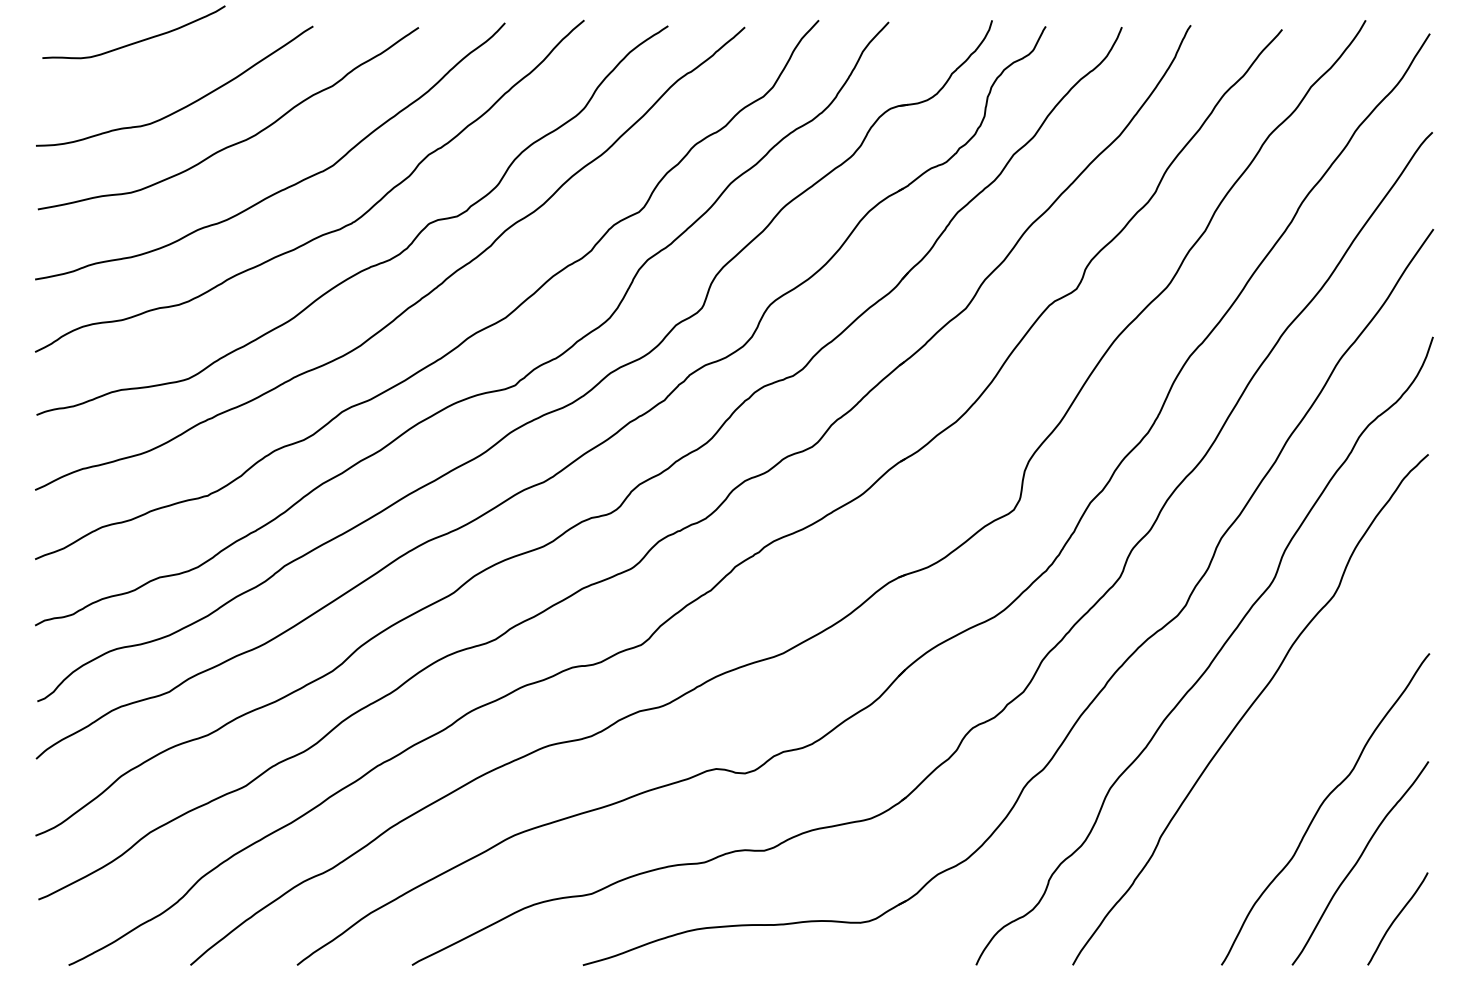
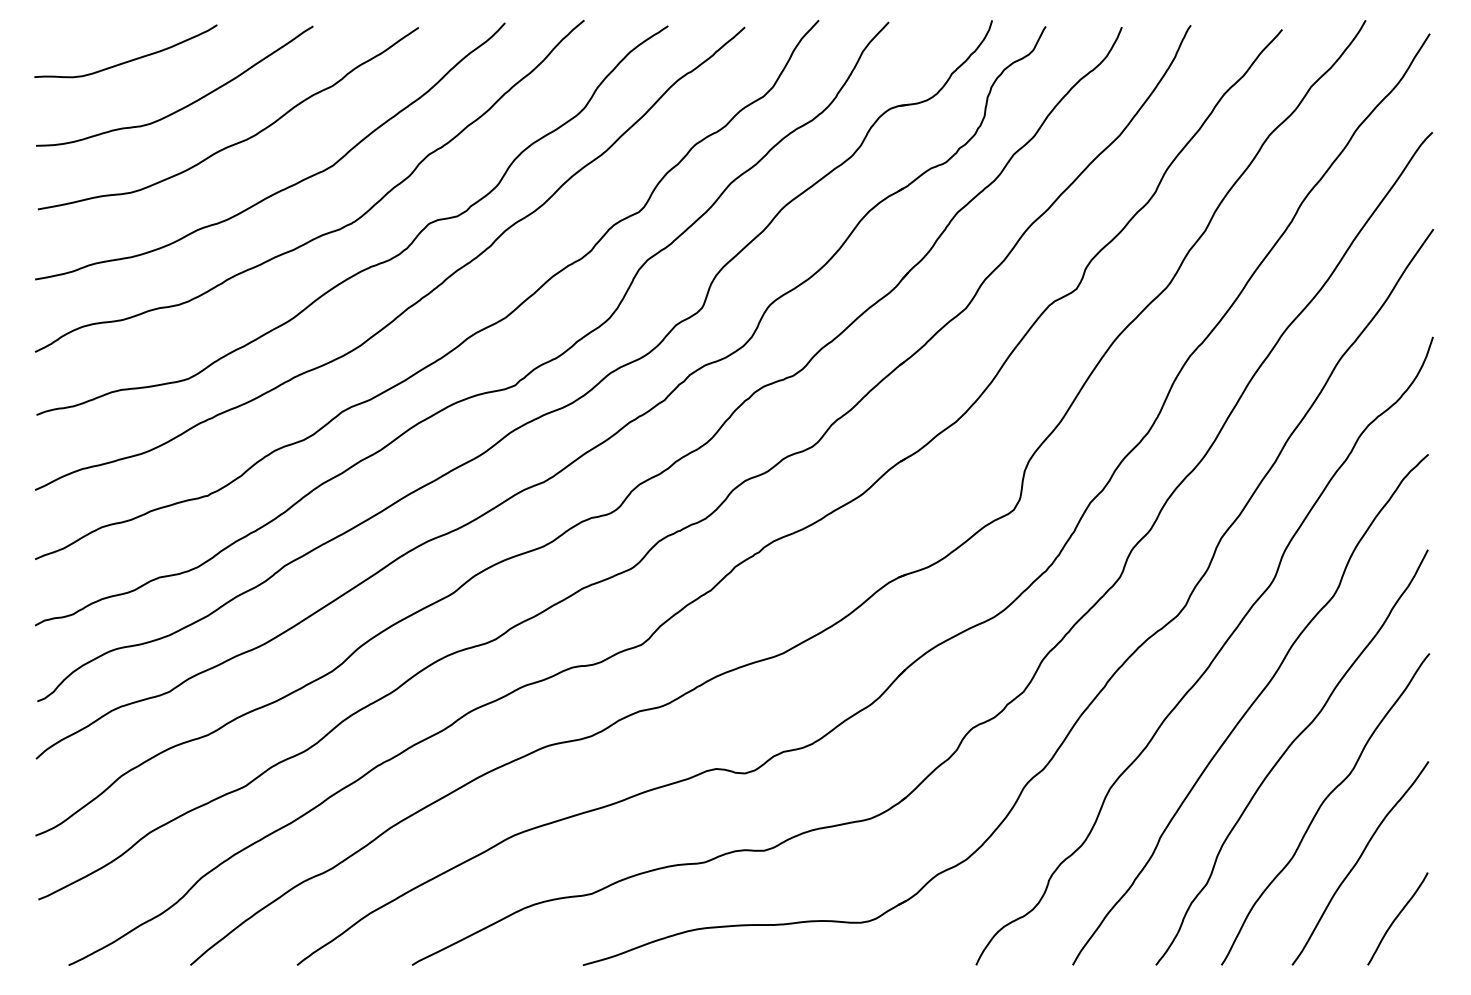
curve at (136, 41) position: (136, 41) -> (128, 60)
curve at (1285, 753): none -> present
